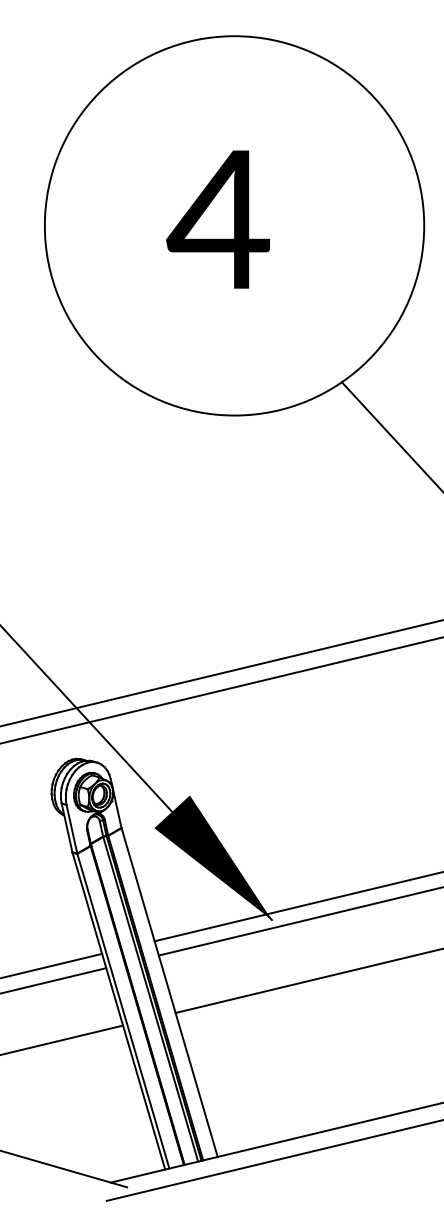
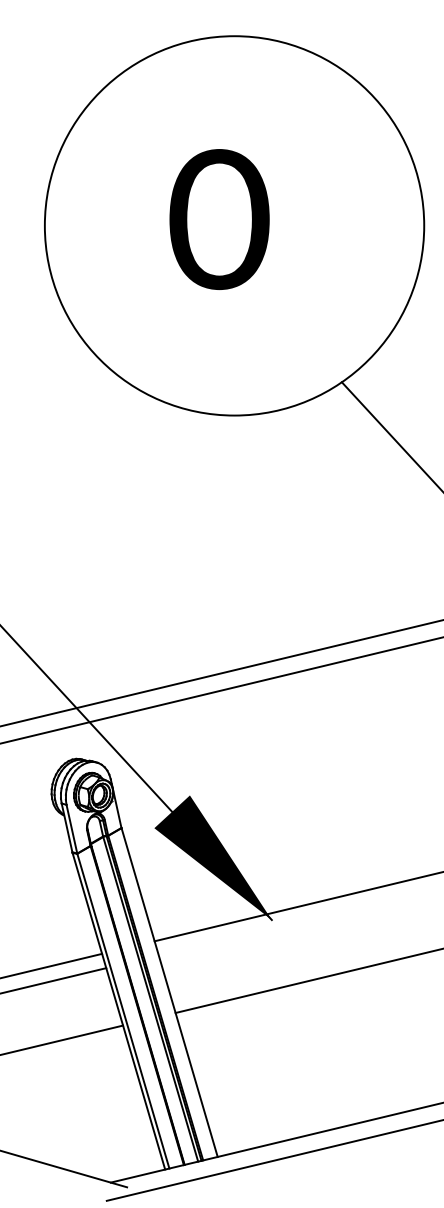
text at (217, 219): 4 -> 0
line at (299, 921): present -> none
